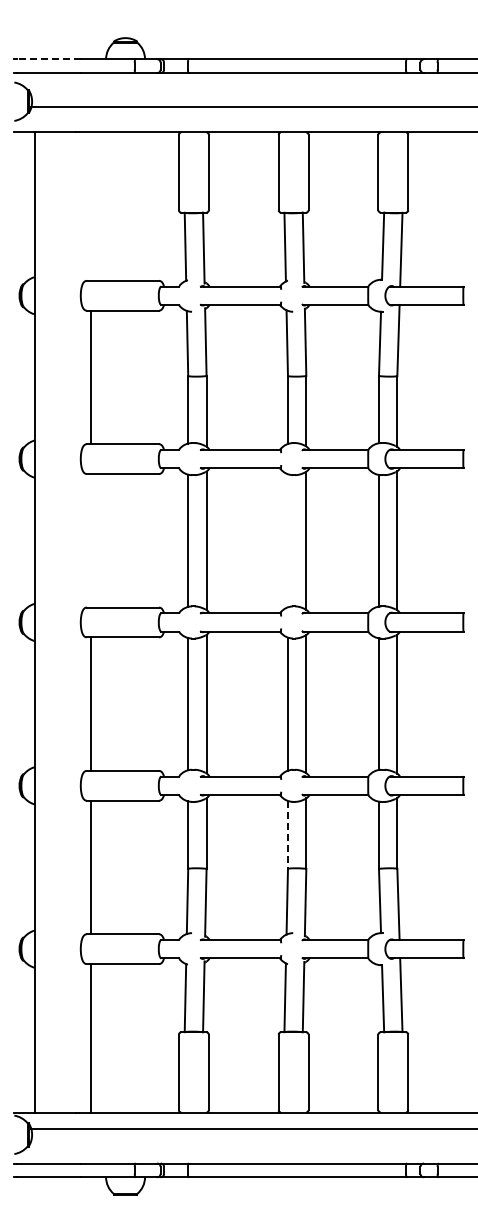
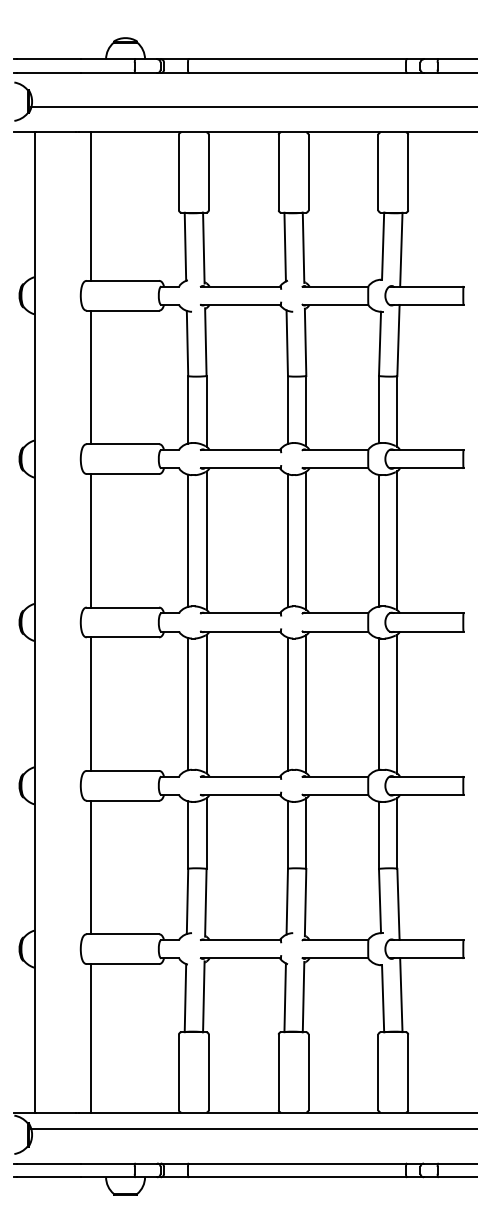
line at (48, 59): dashed -> solid
line at (90, 206): none -> present
line at (90, 540): none -> present
line at (287, 540): none -> present
line at (287, 834): dashed -> solid
